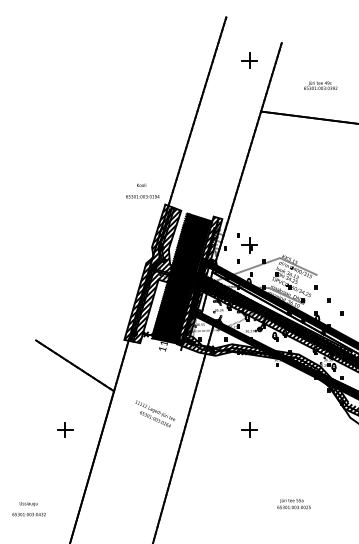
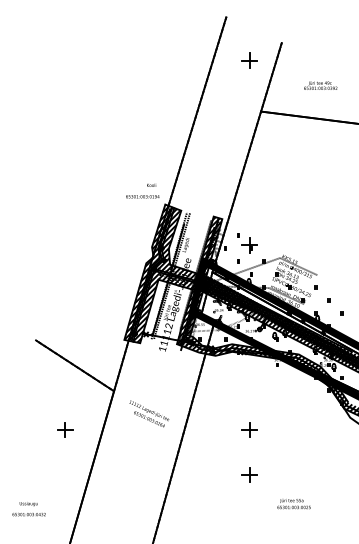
text at (141, 184) position: (141, 184) -> (151, 184)
fill at (181, 278): present -> none
text at (155, 413) position: (155, 413) -> (149, 413)
part at (249, 474): none -> present
